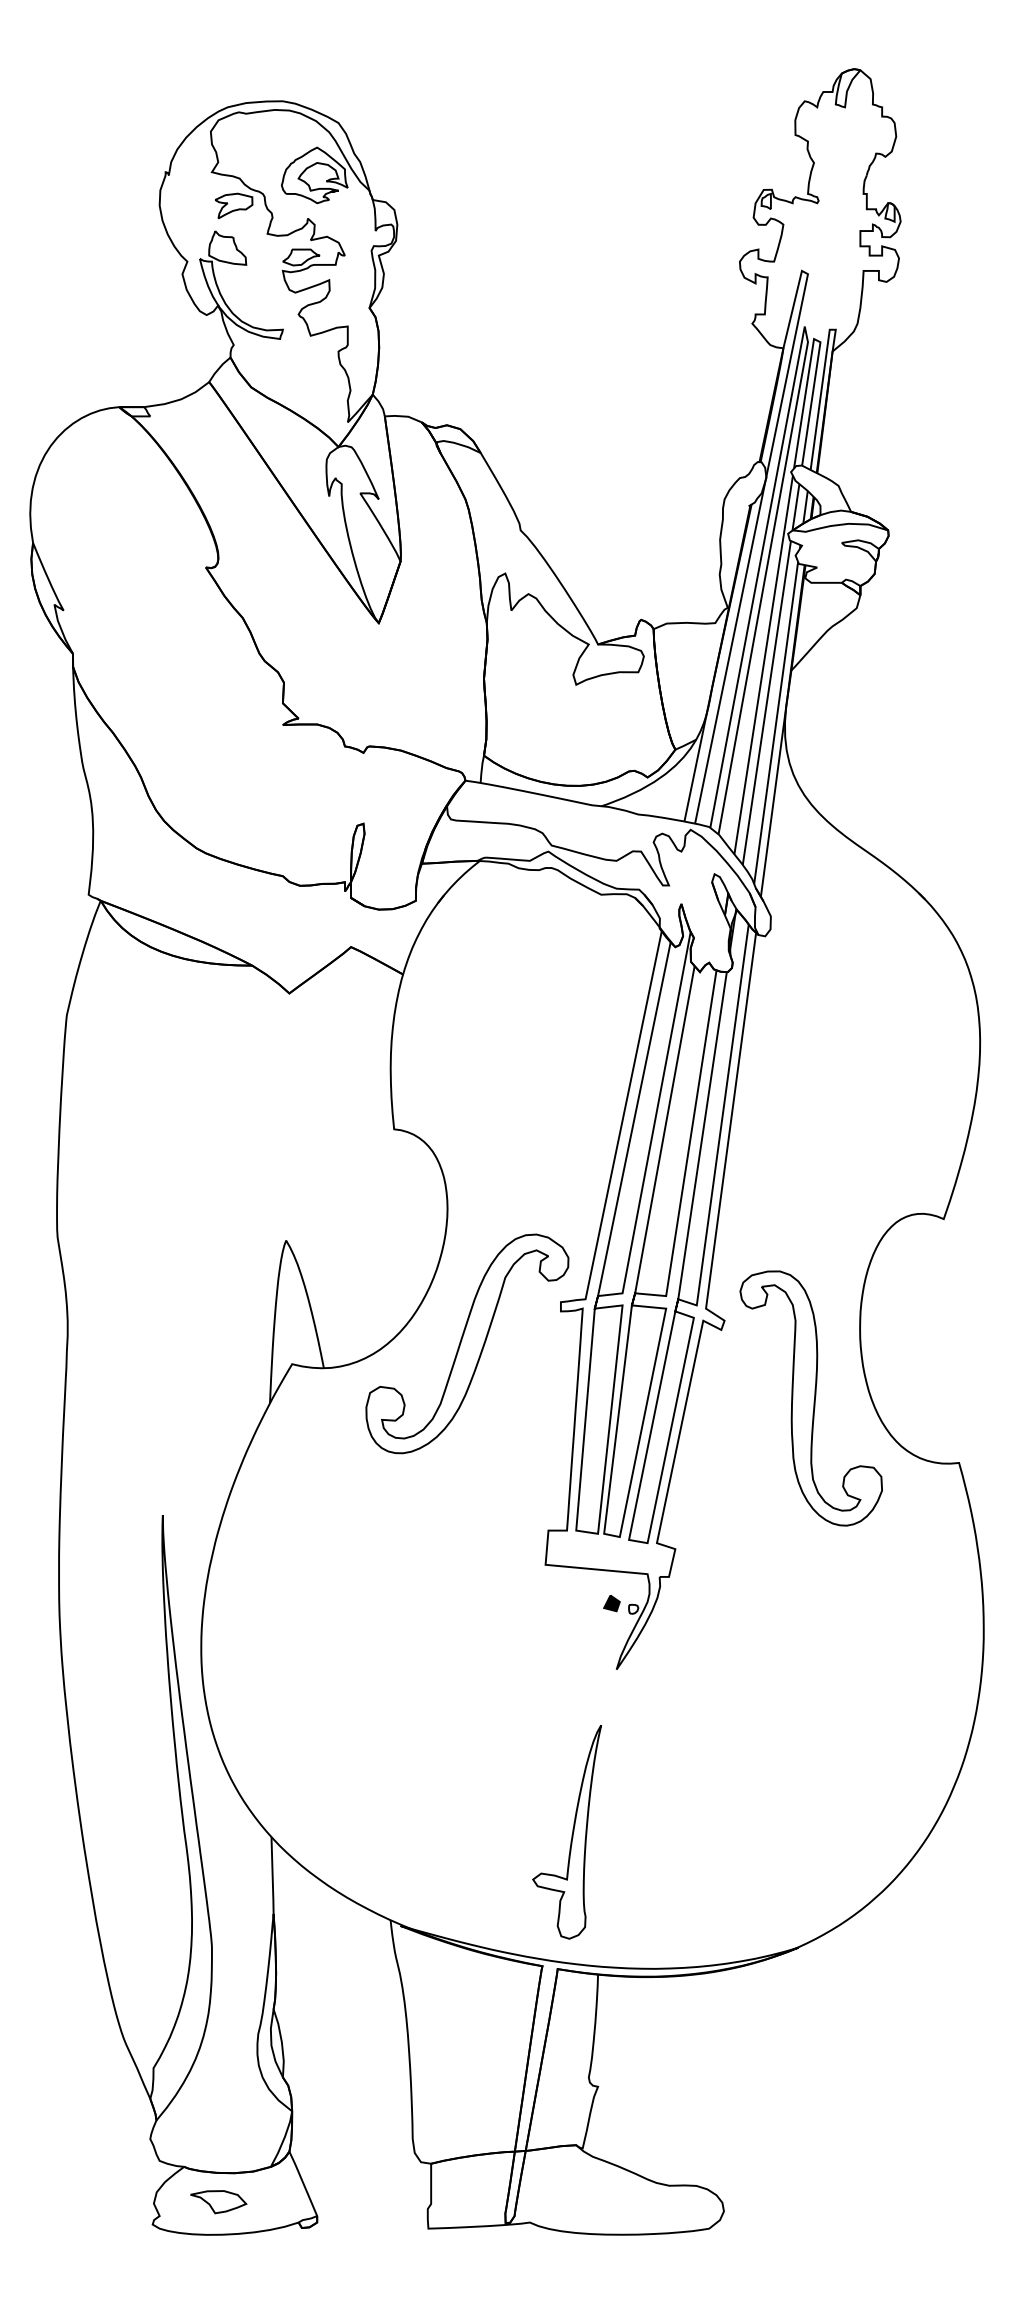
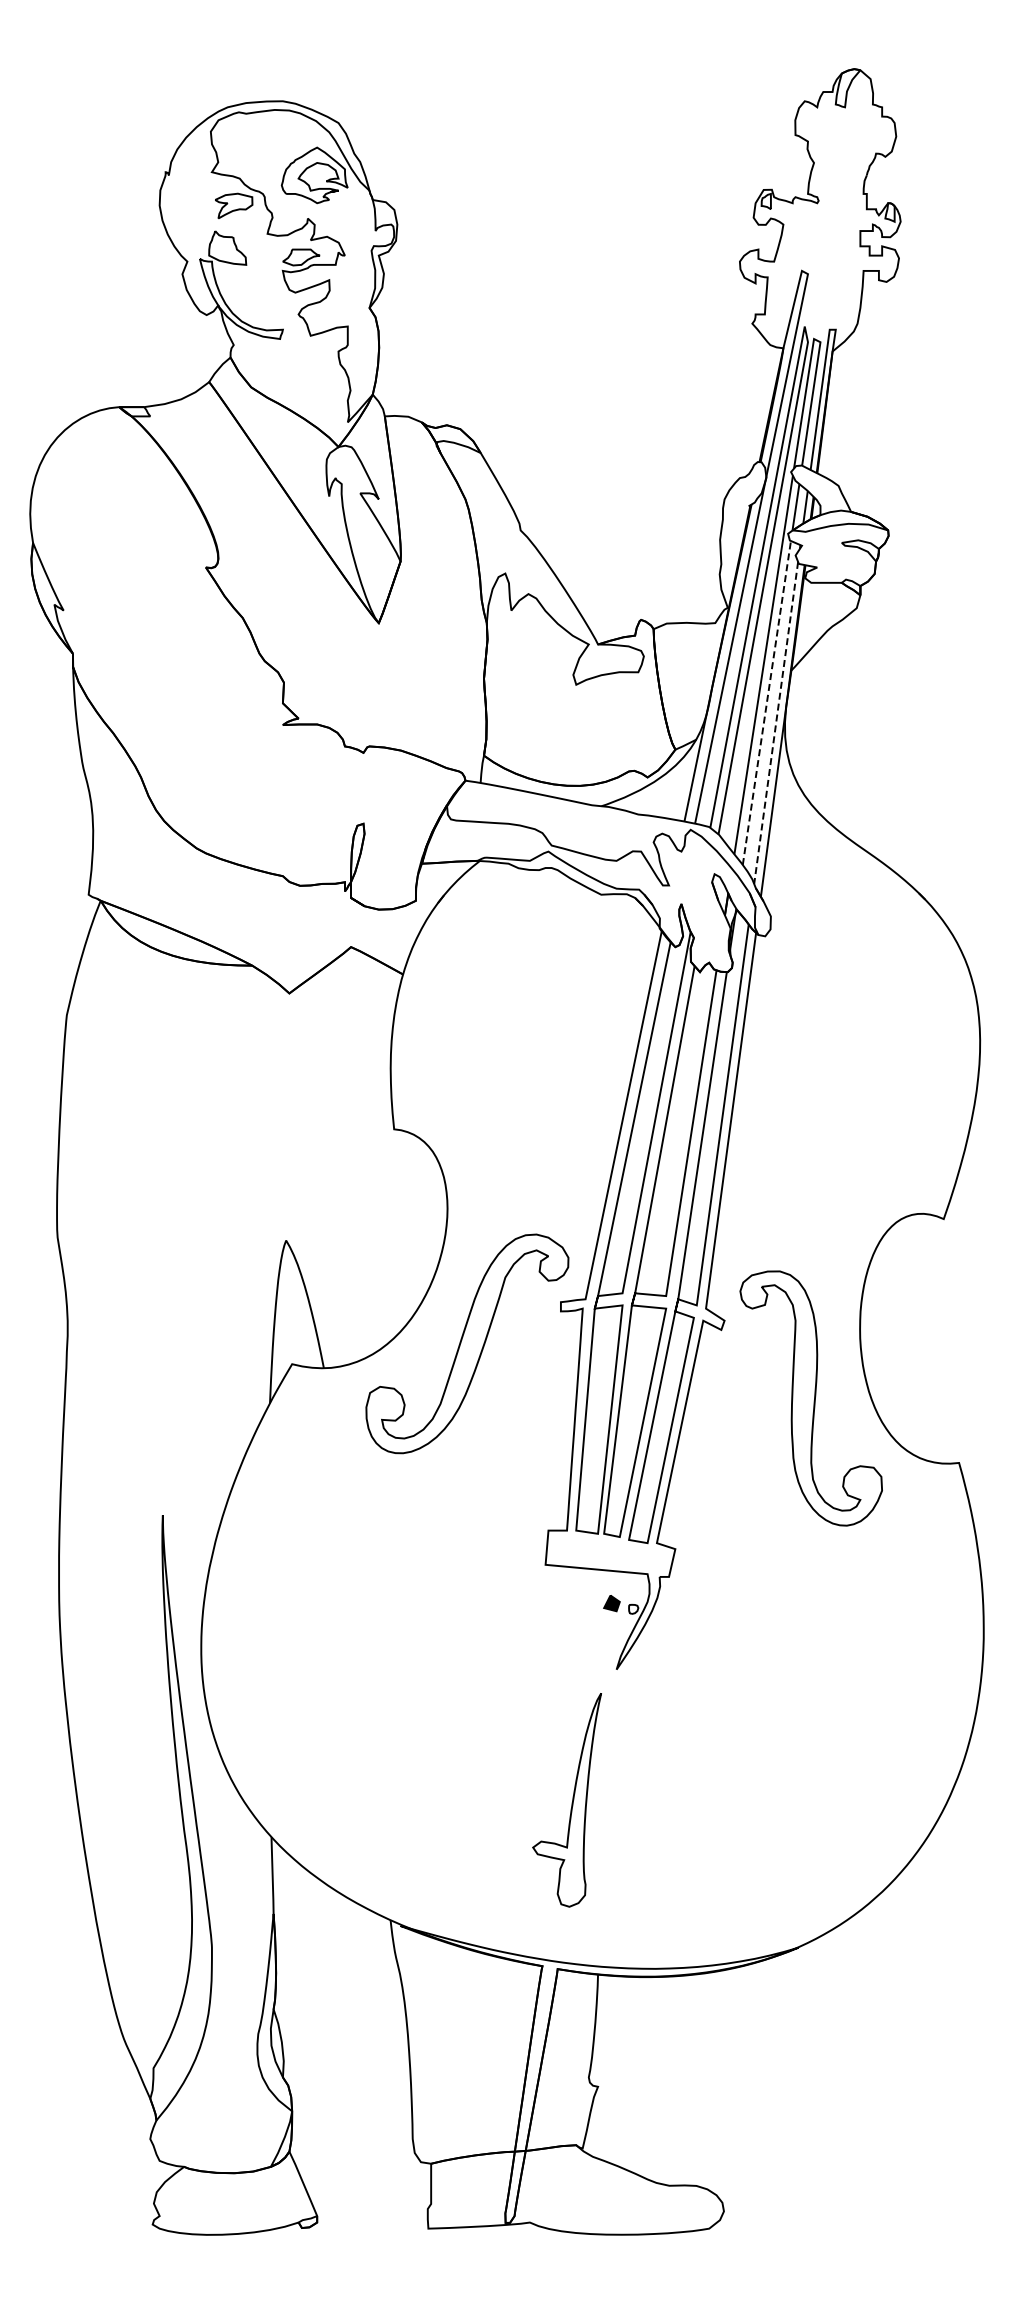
line at (766, 702): solid -> dashed
line at (776, 723): solid -> dashed
part at (566, 1832) position: (566, 1832) -> (566, 1800)
part at (218, 2202): present -> none
